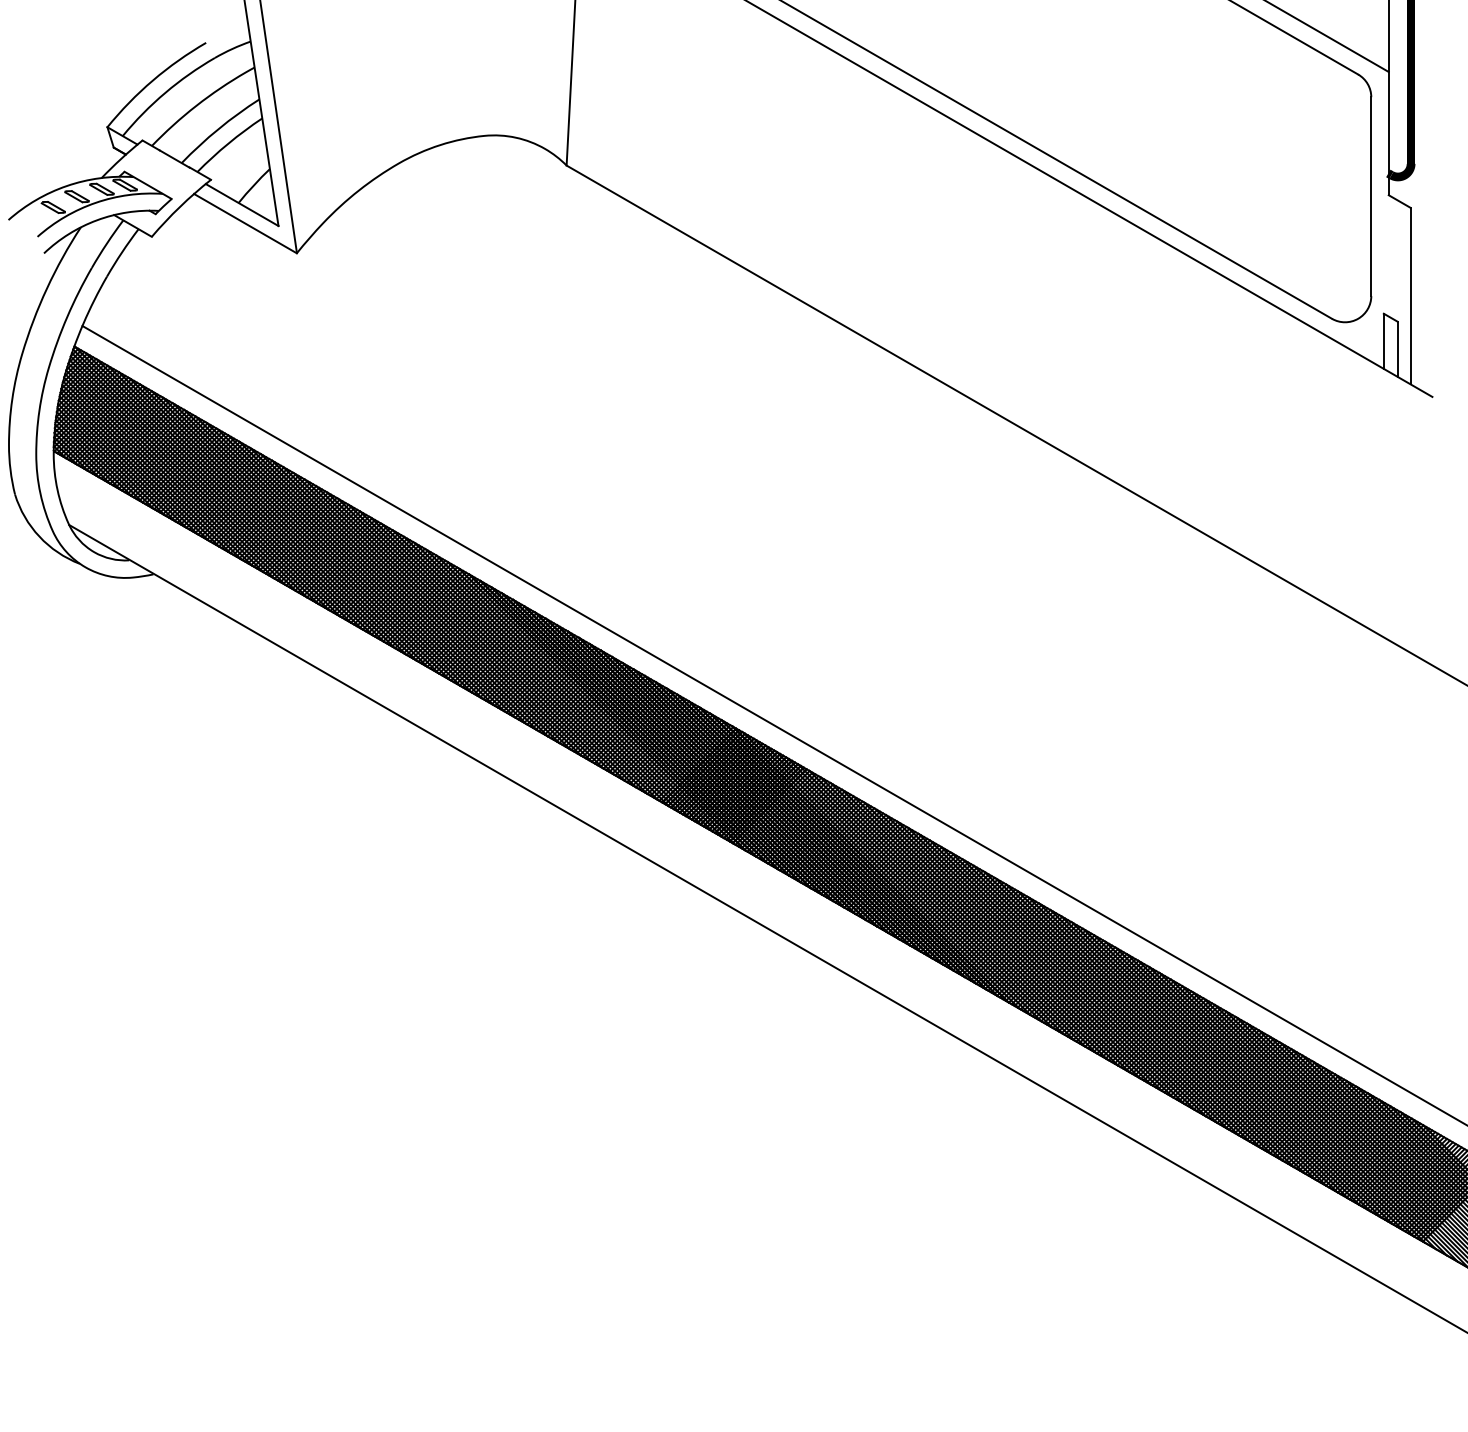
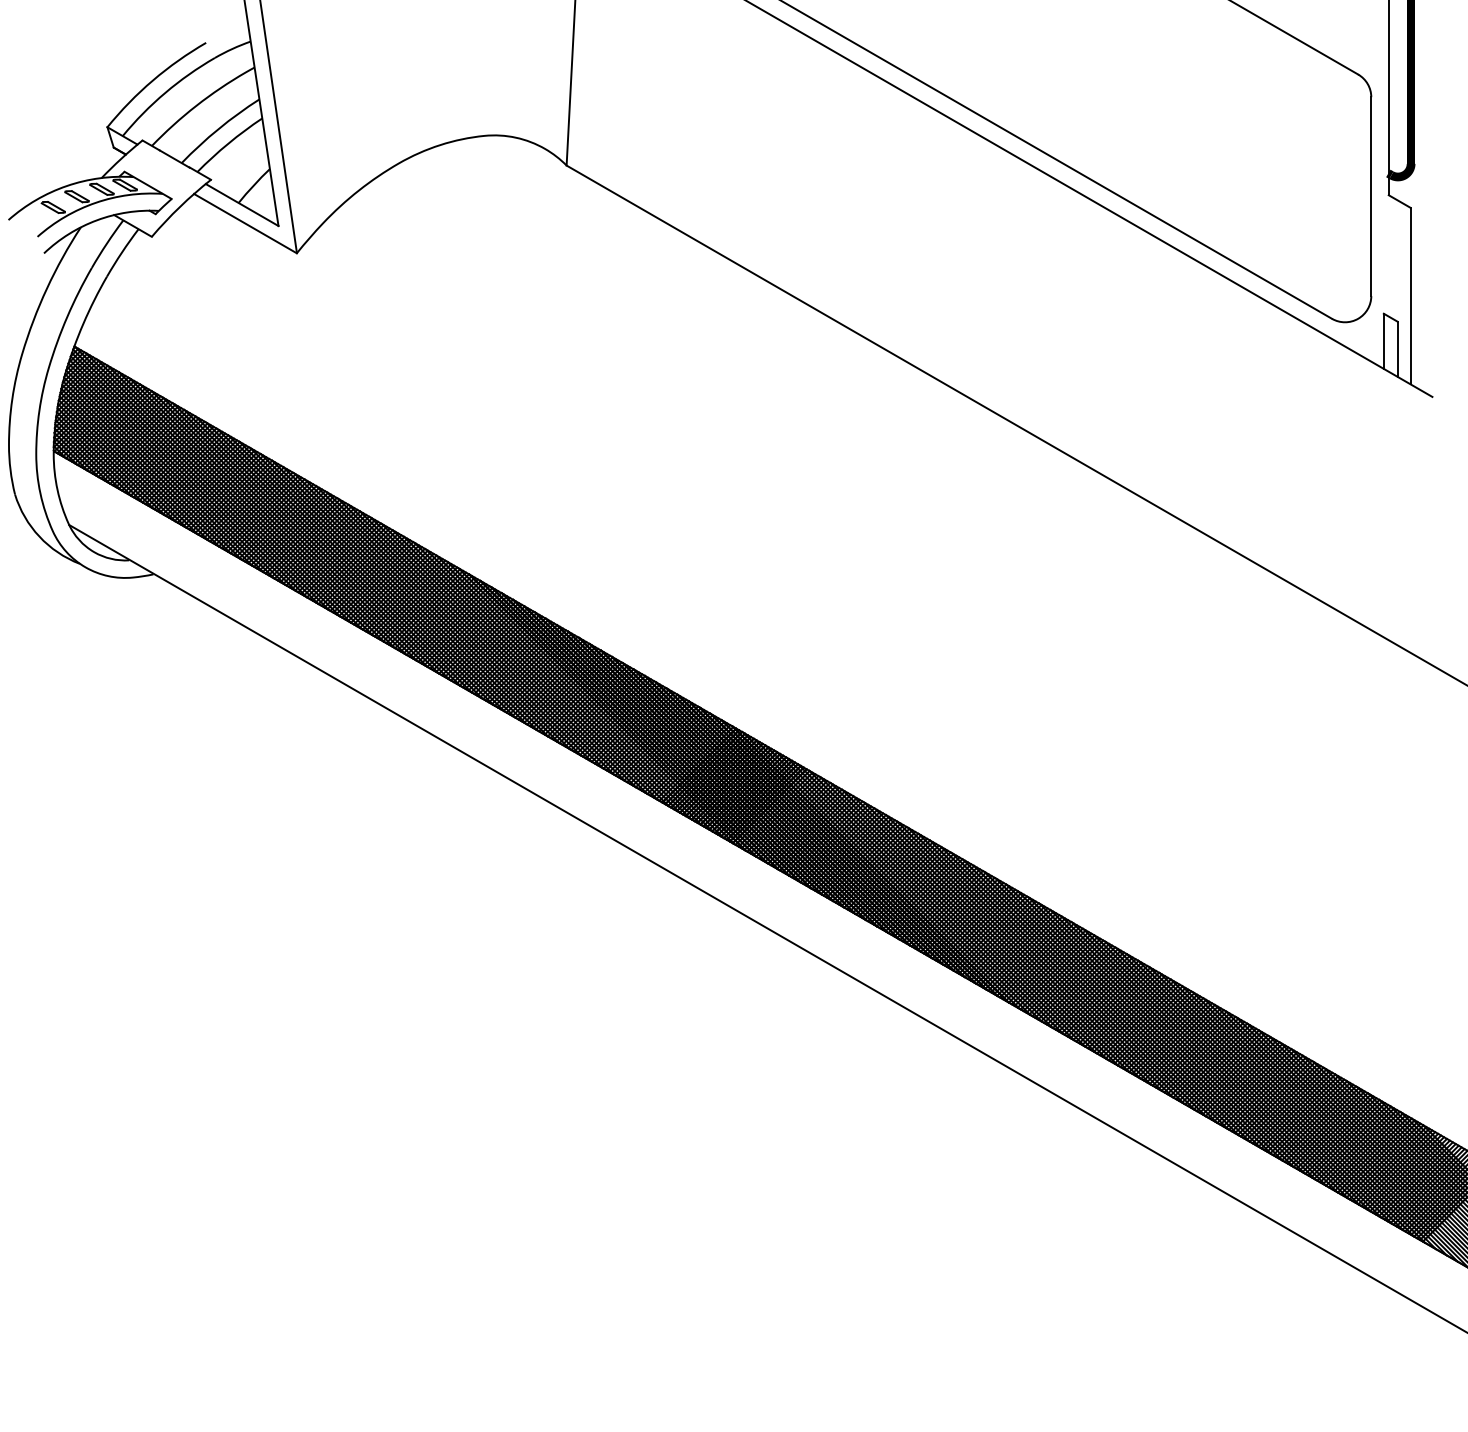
line at (1328, 37): present -> none
line at (773, 724): present -> none
